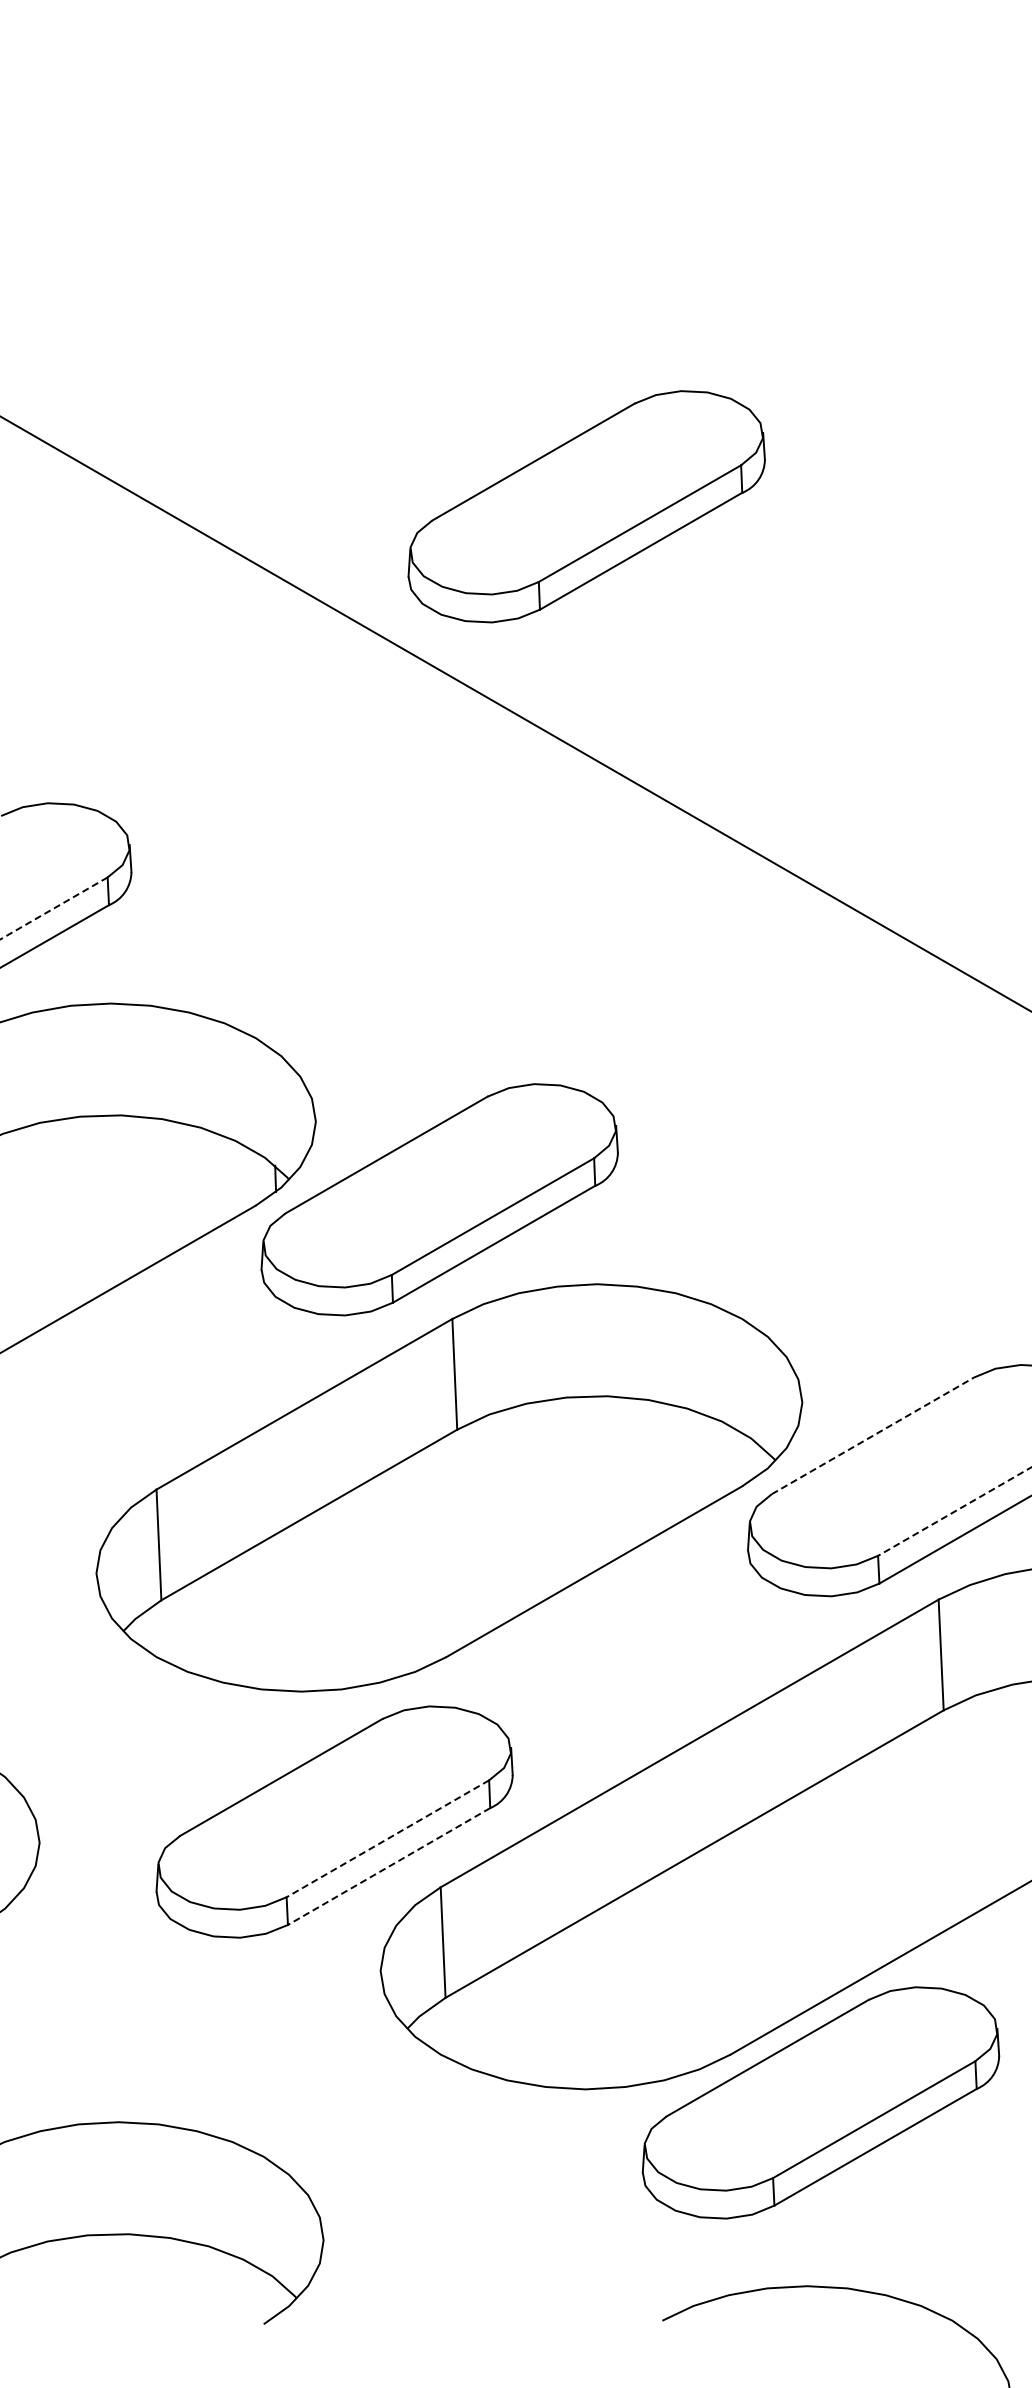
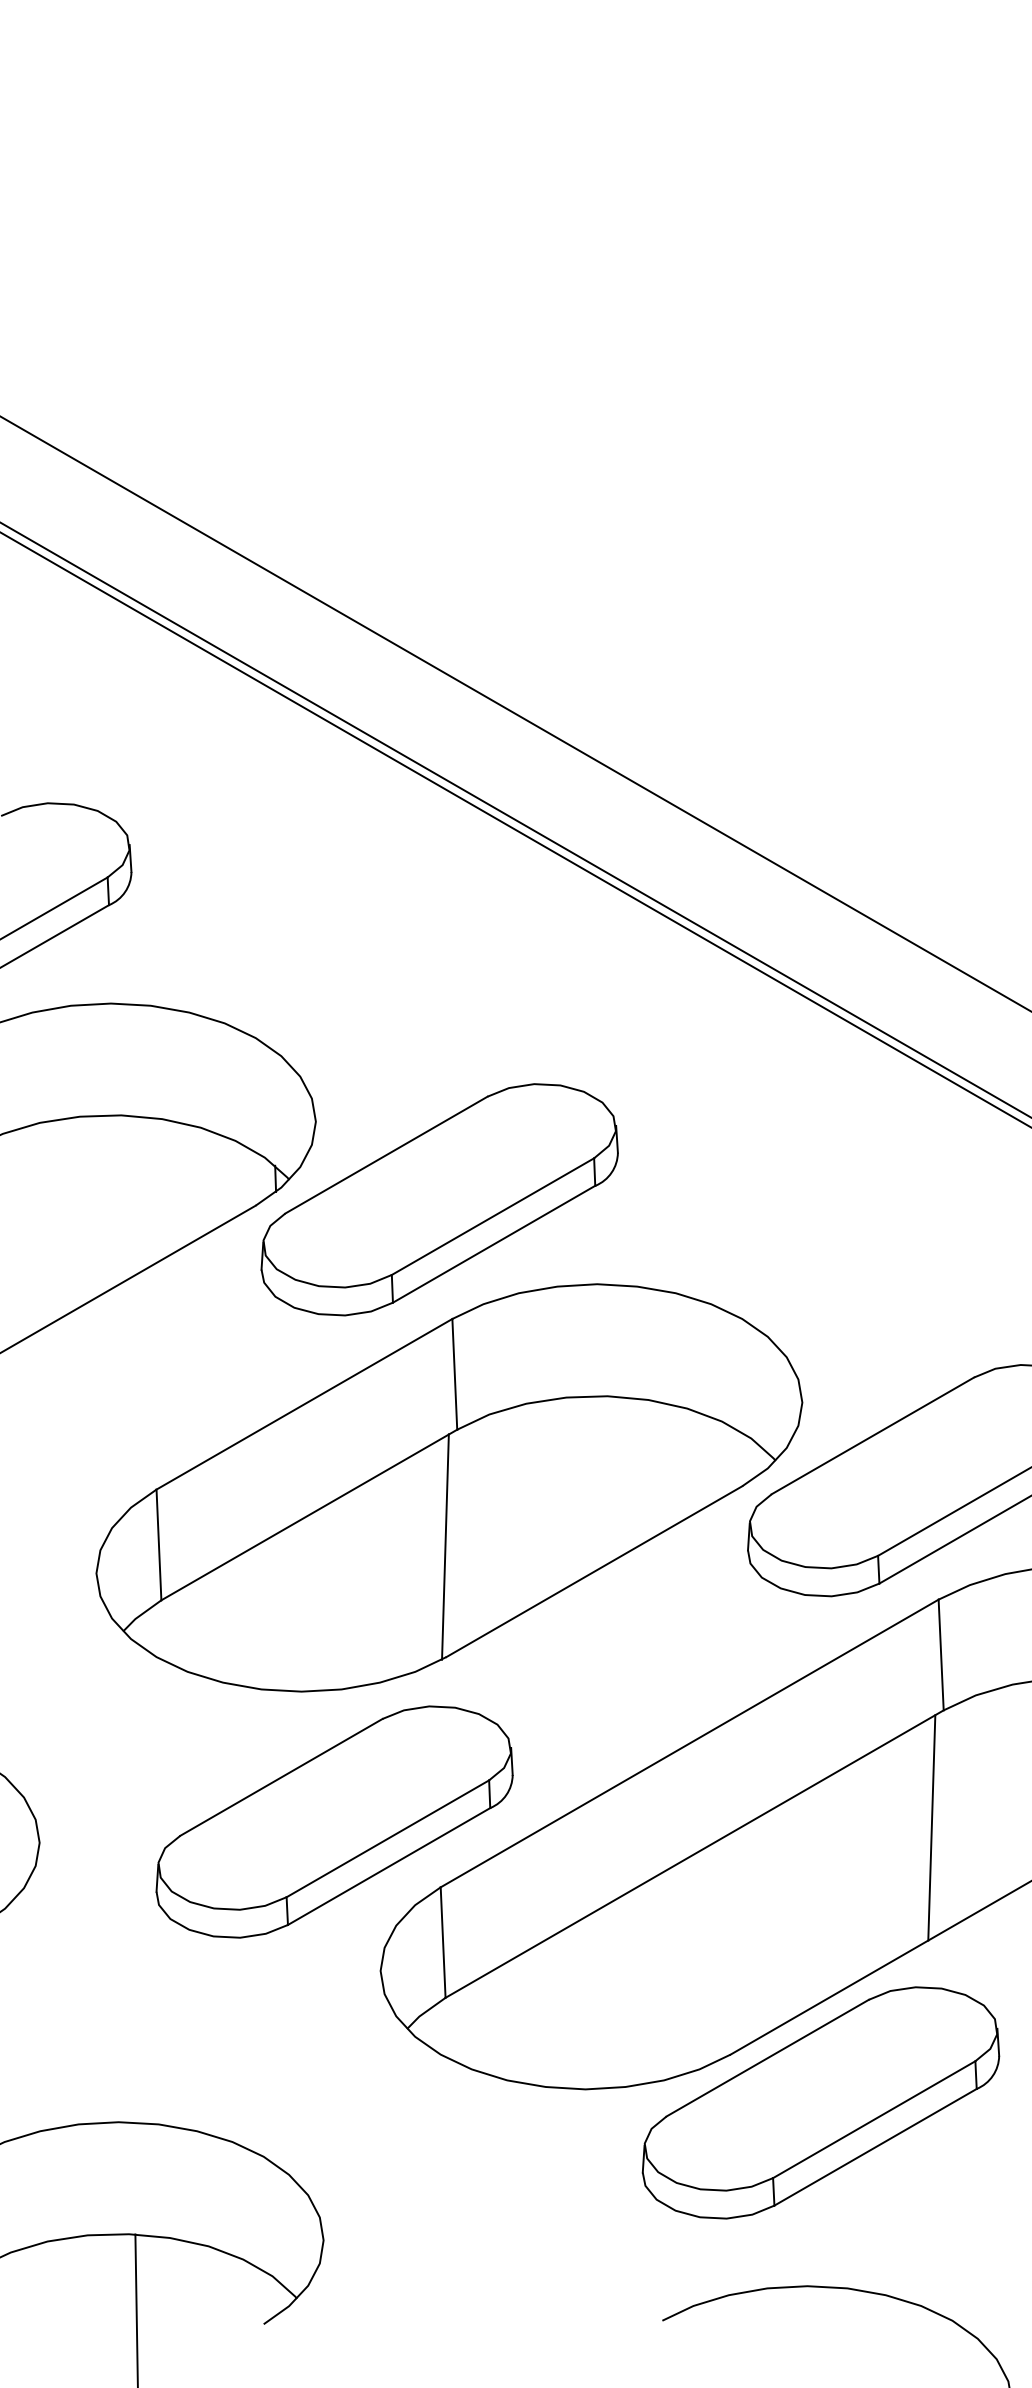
part at (586, 506): present -> none
line at (515, 819): none -> present
line at (515, 829): none -> present
line at (54, 908): dashed -> solid
line at (872, 1435): dashed -> solid
line at (954, 1511): dashed -> solid
line at (445, 1546): none -> present
line at (931, 1827): none -> present
line at (387, 1838): dashed -> solid
line at (389, 1866): dashed -> solid
line at (136, 2309): none -> present
